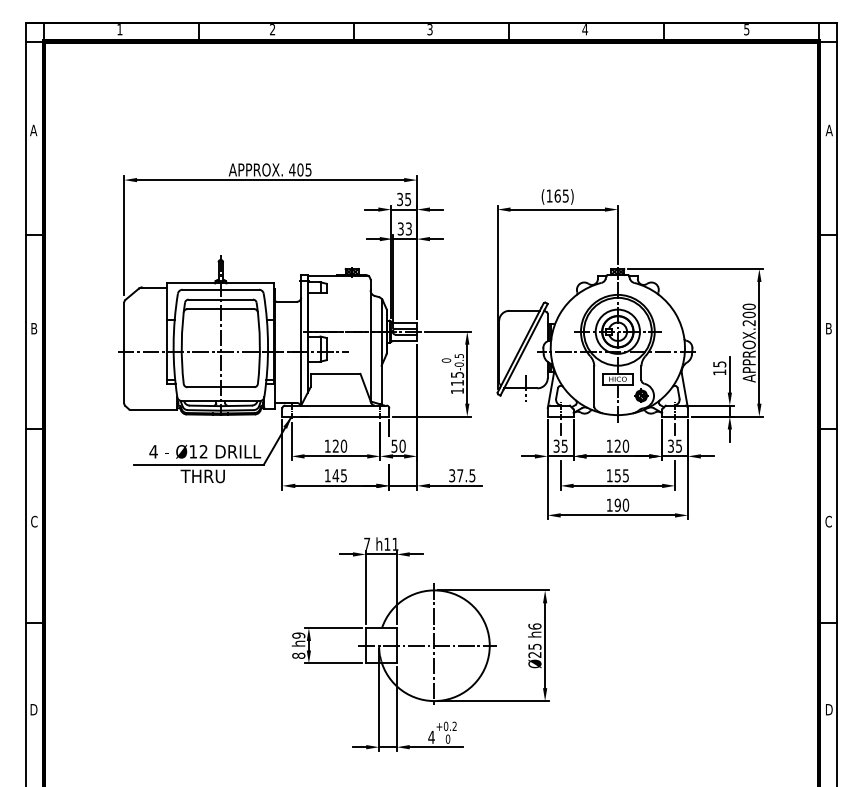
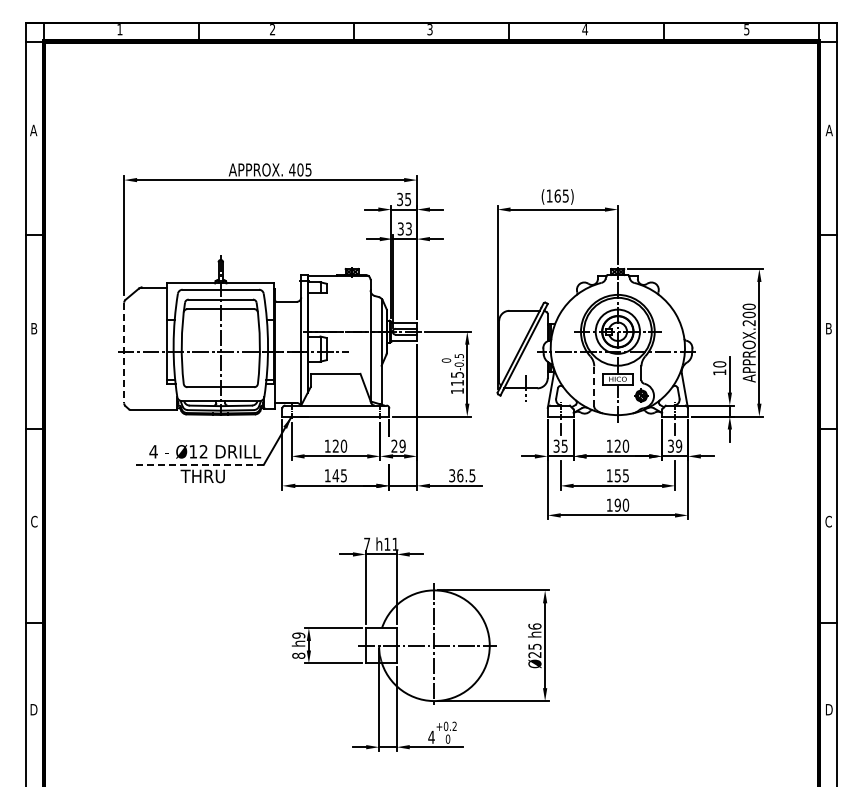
line at (124, 353): solid -> dashed
text at (719, 364): 15 -> 10
line at (594, 386): solid -> dashed
text at (398, 445): 50 -> 29
text at (678, 445): 35 -> 39
line at (198, 464): solid -> dashed
text at (460, 475): 37.5 -> 36.5
